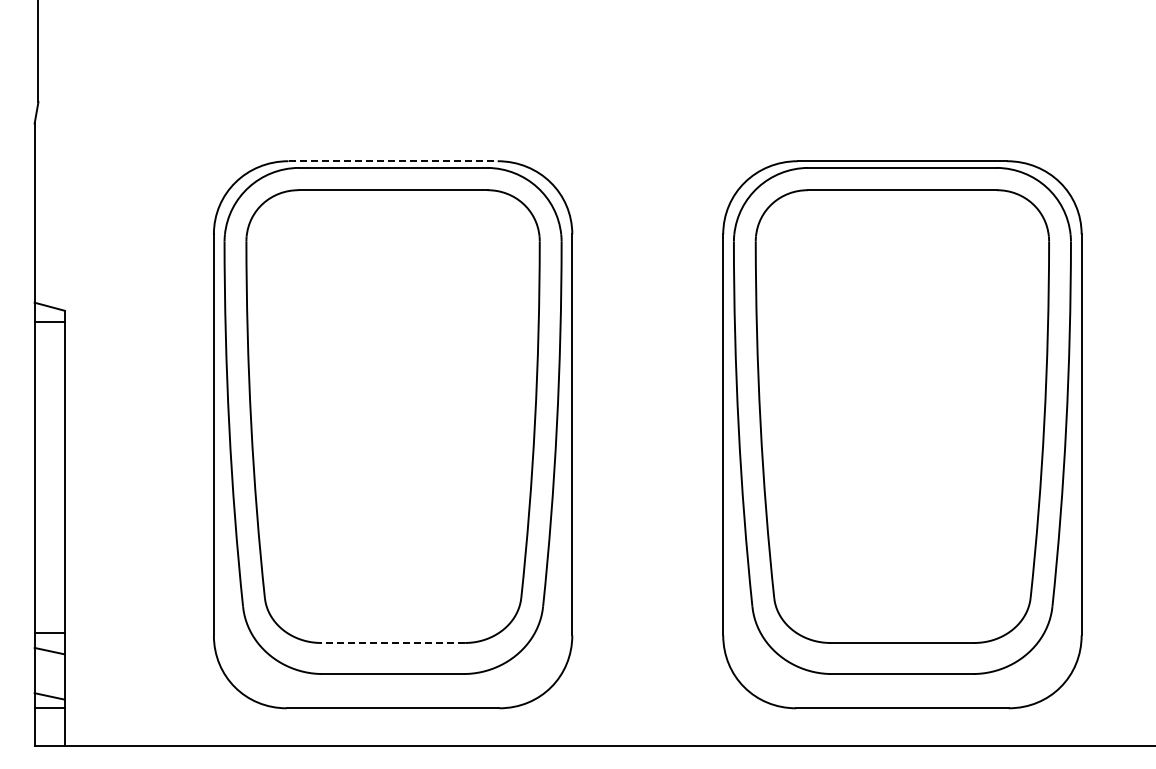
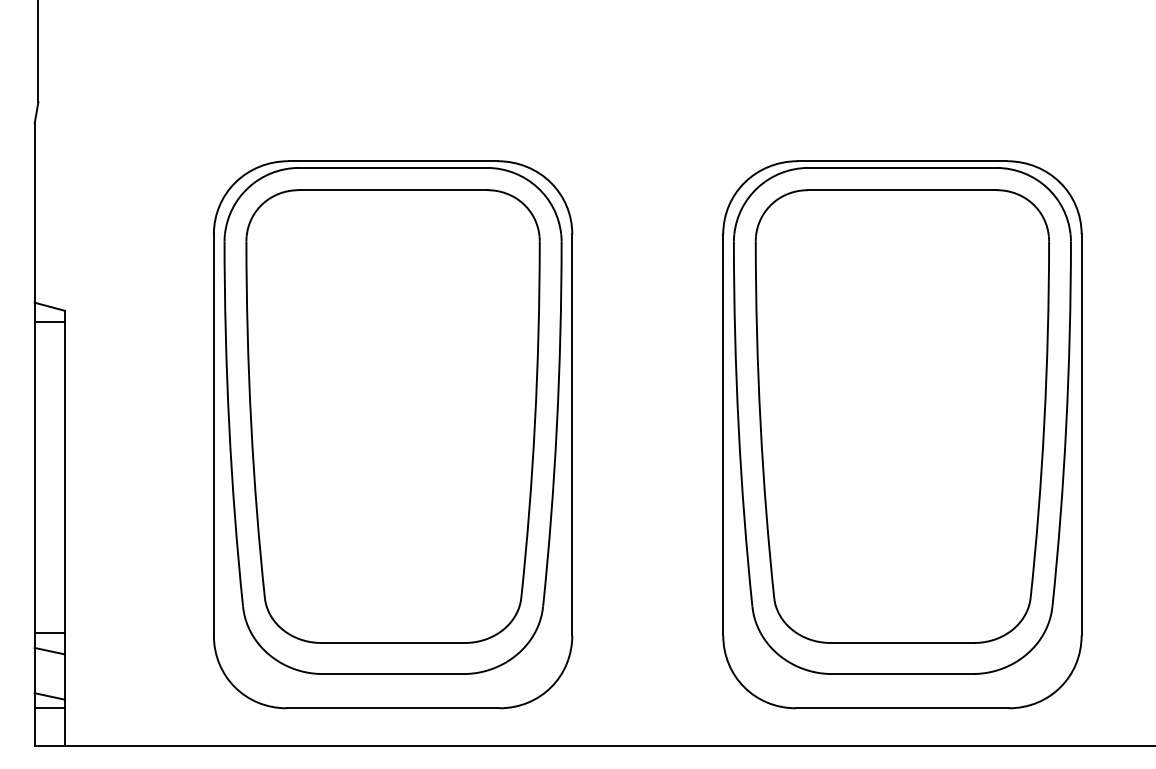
line at (393, 161): dashed -> solid
line at (392, 642): dashed -> solid
